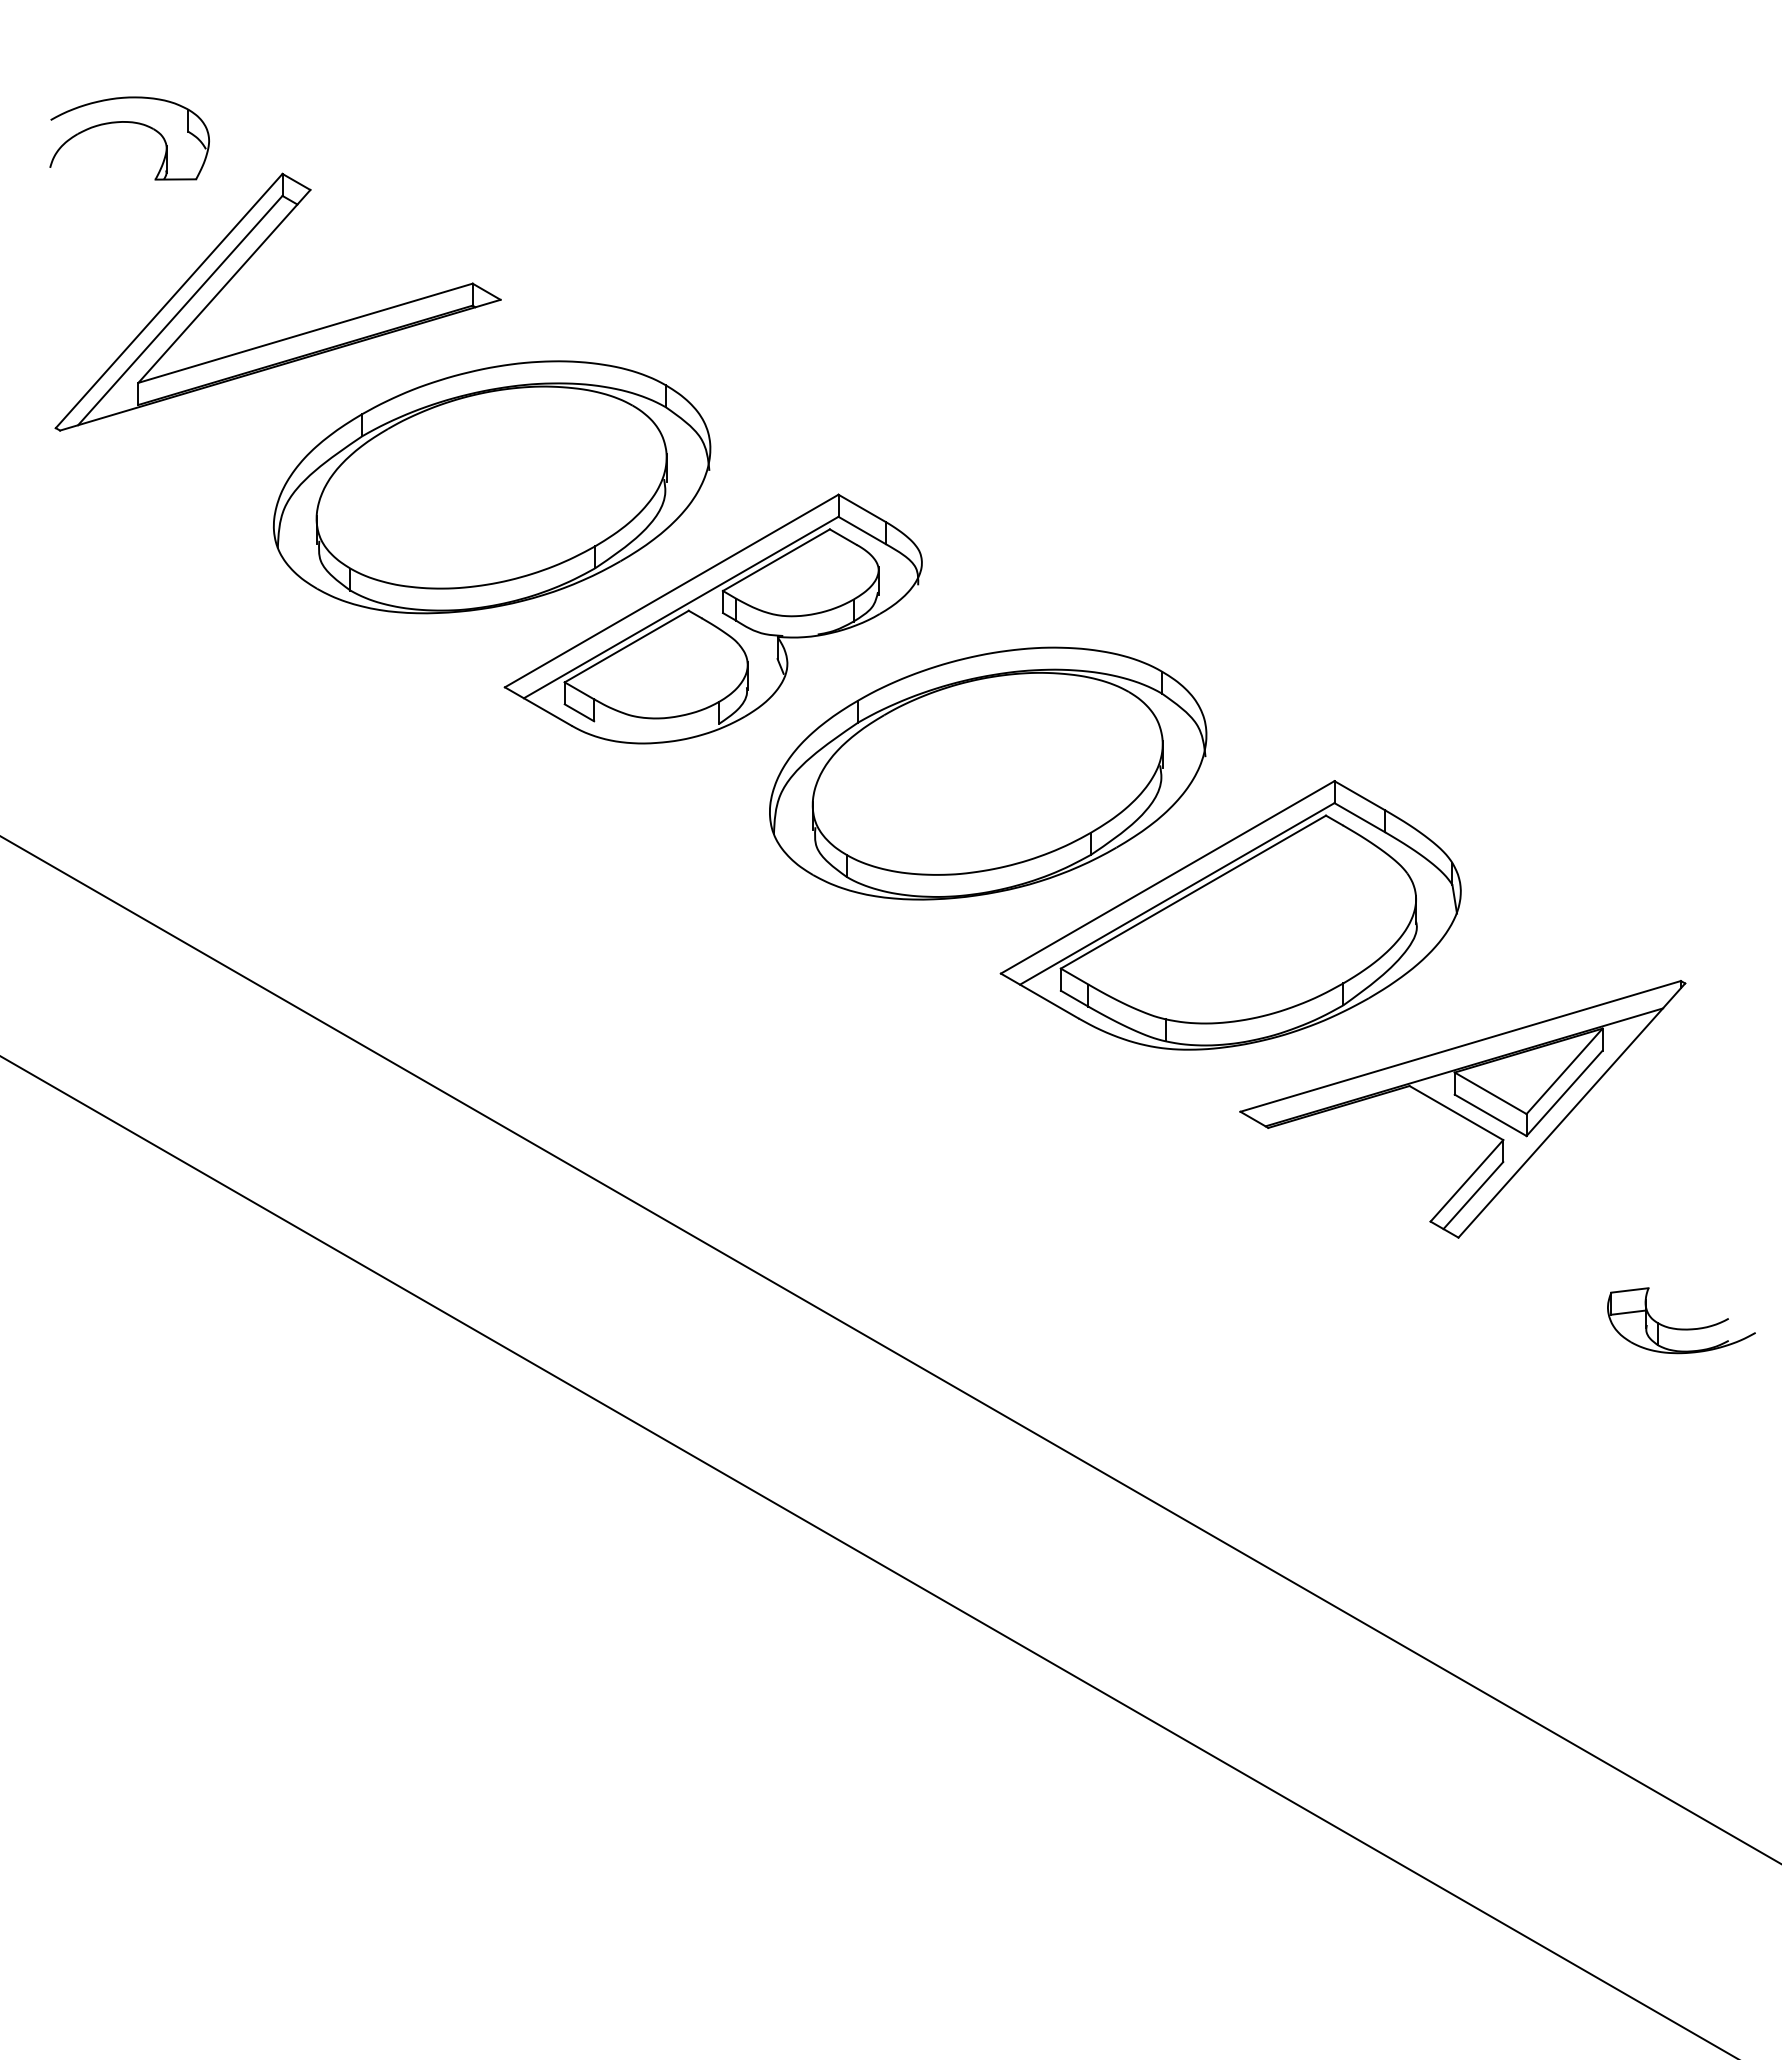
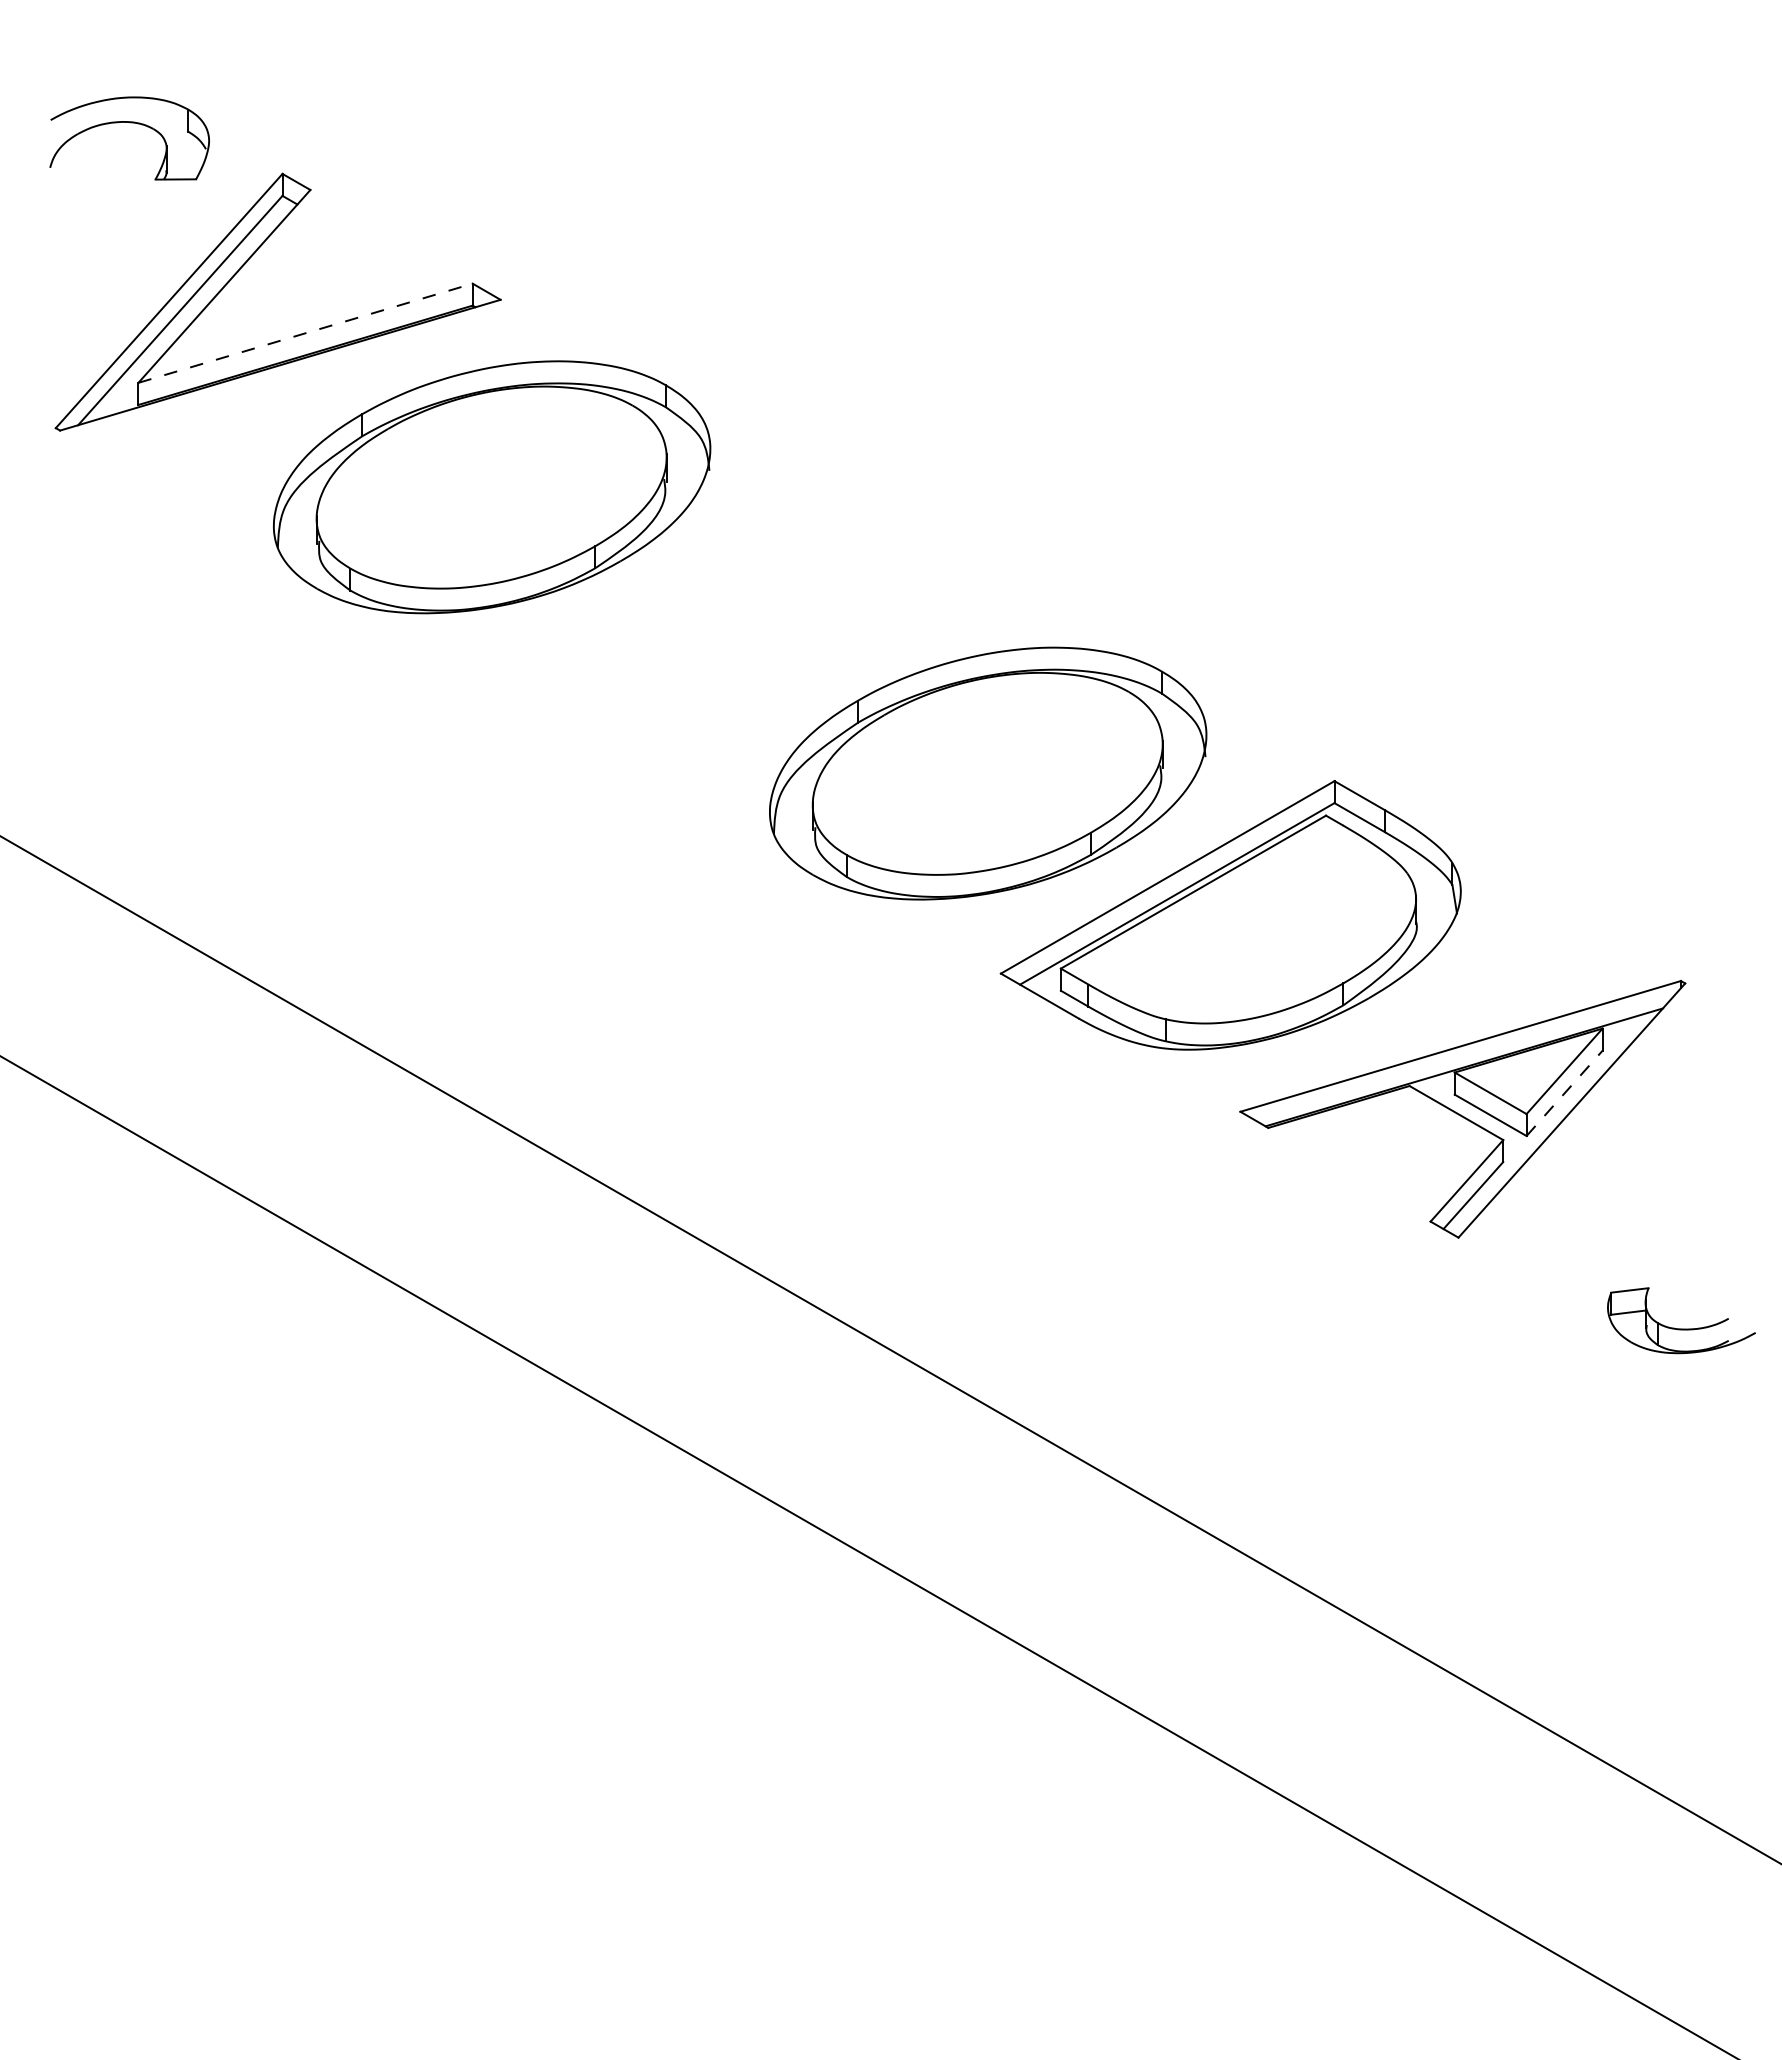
line at (306, 333): solid -> dashed
part at (712, 618): present -> none
line at (1564, 1093): solid -> dashed
